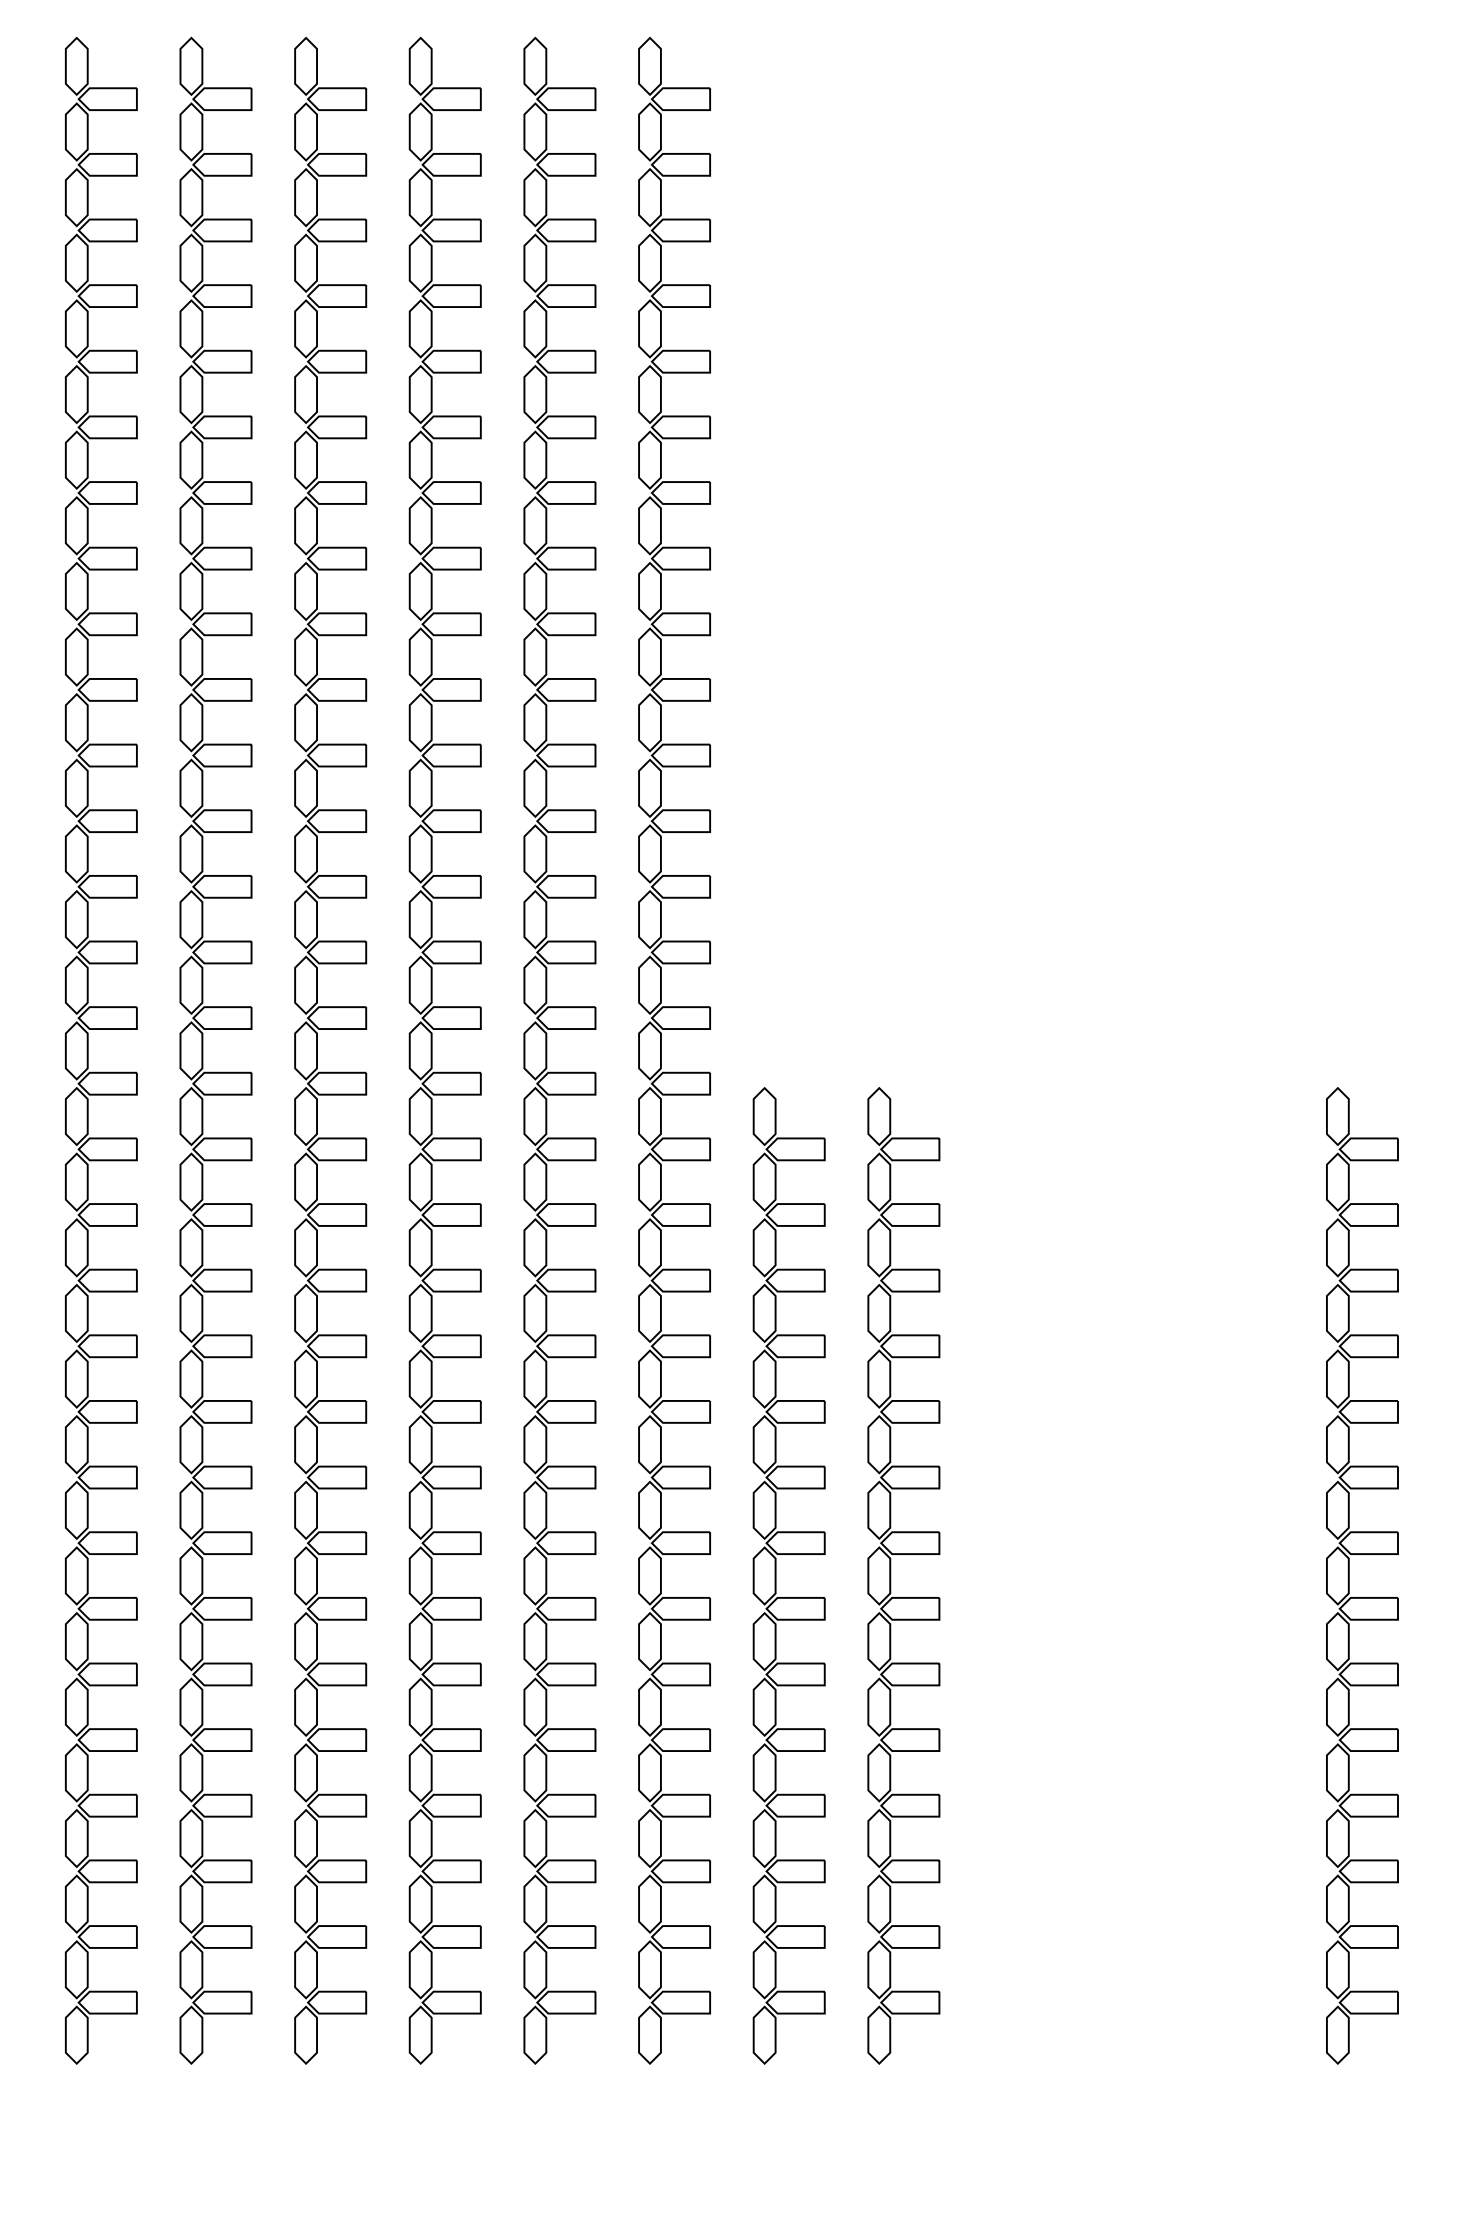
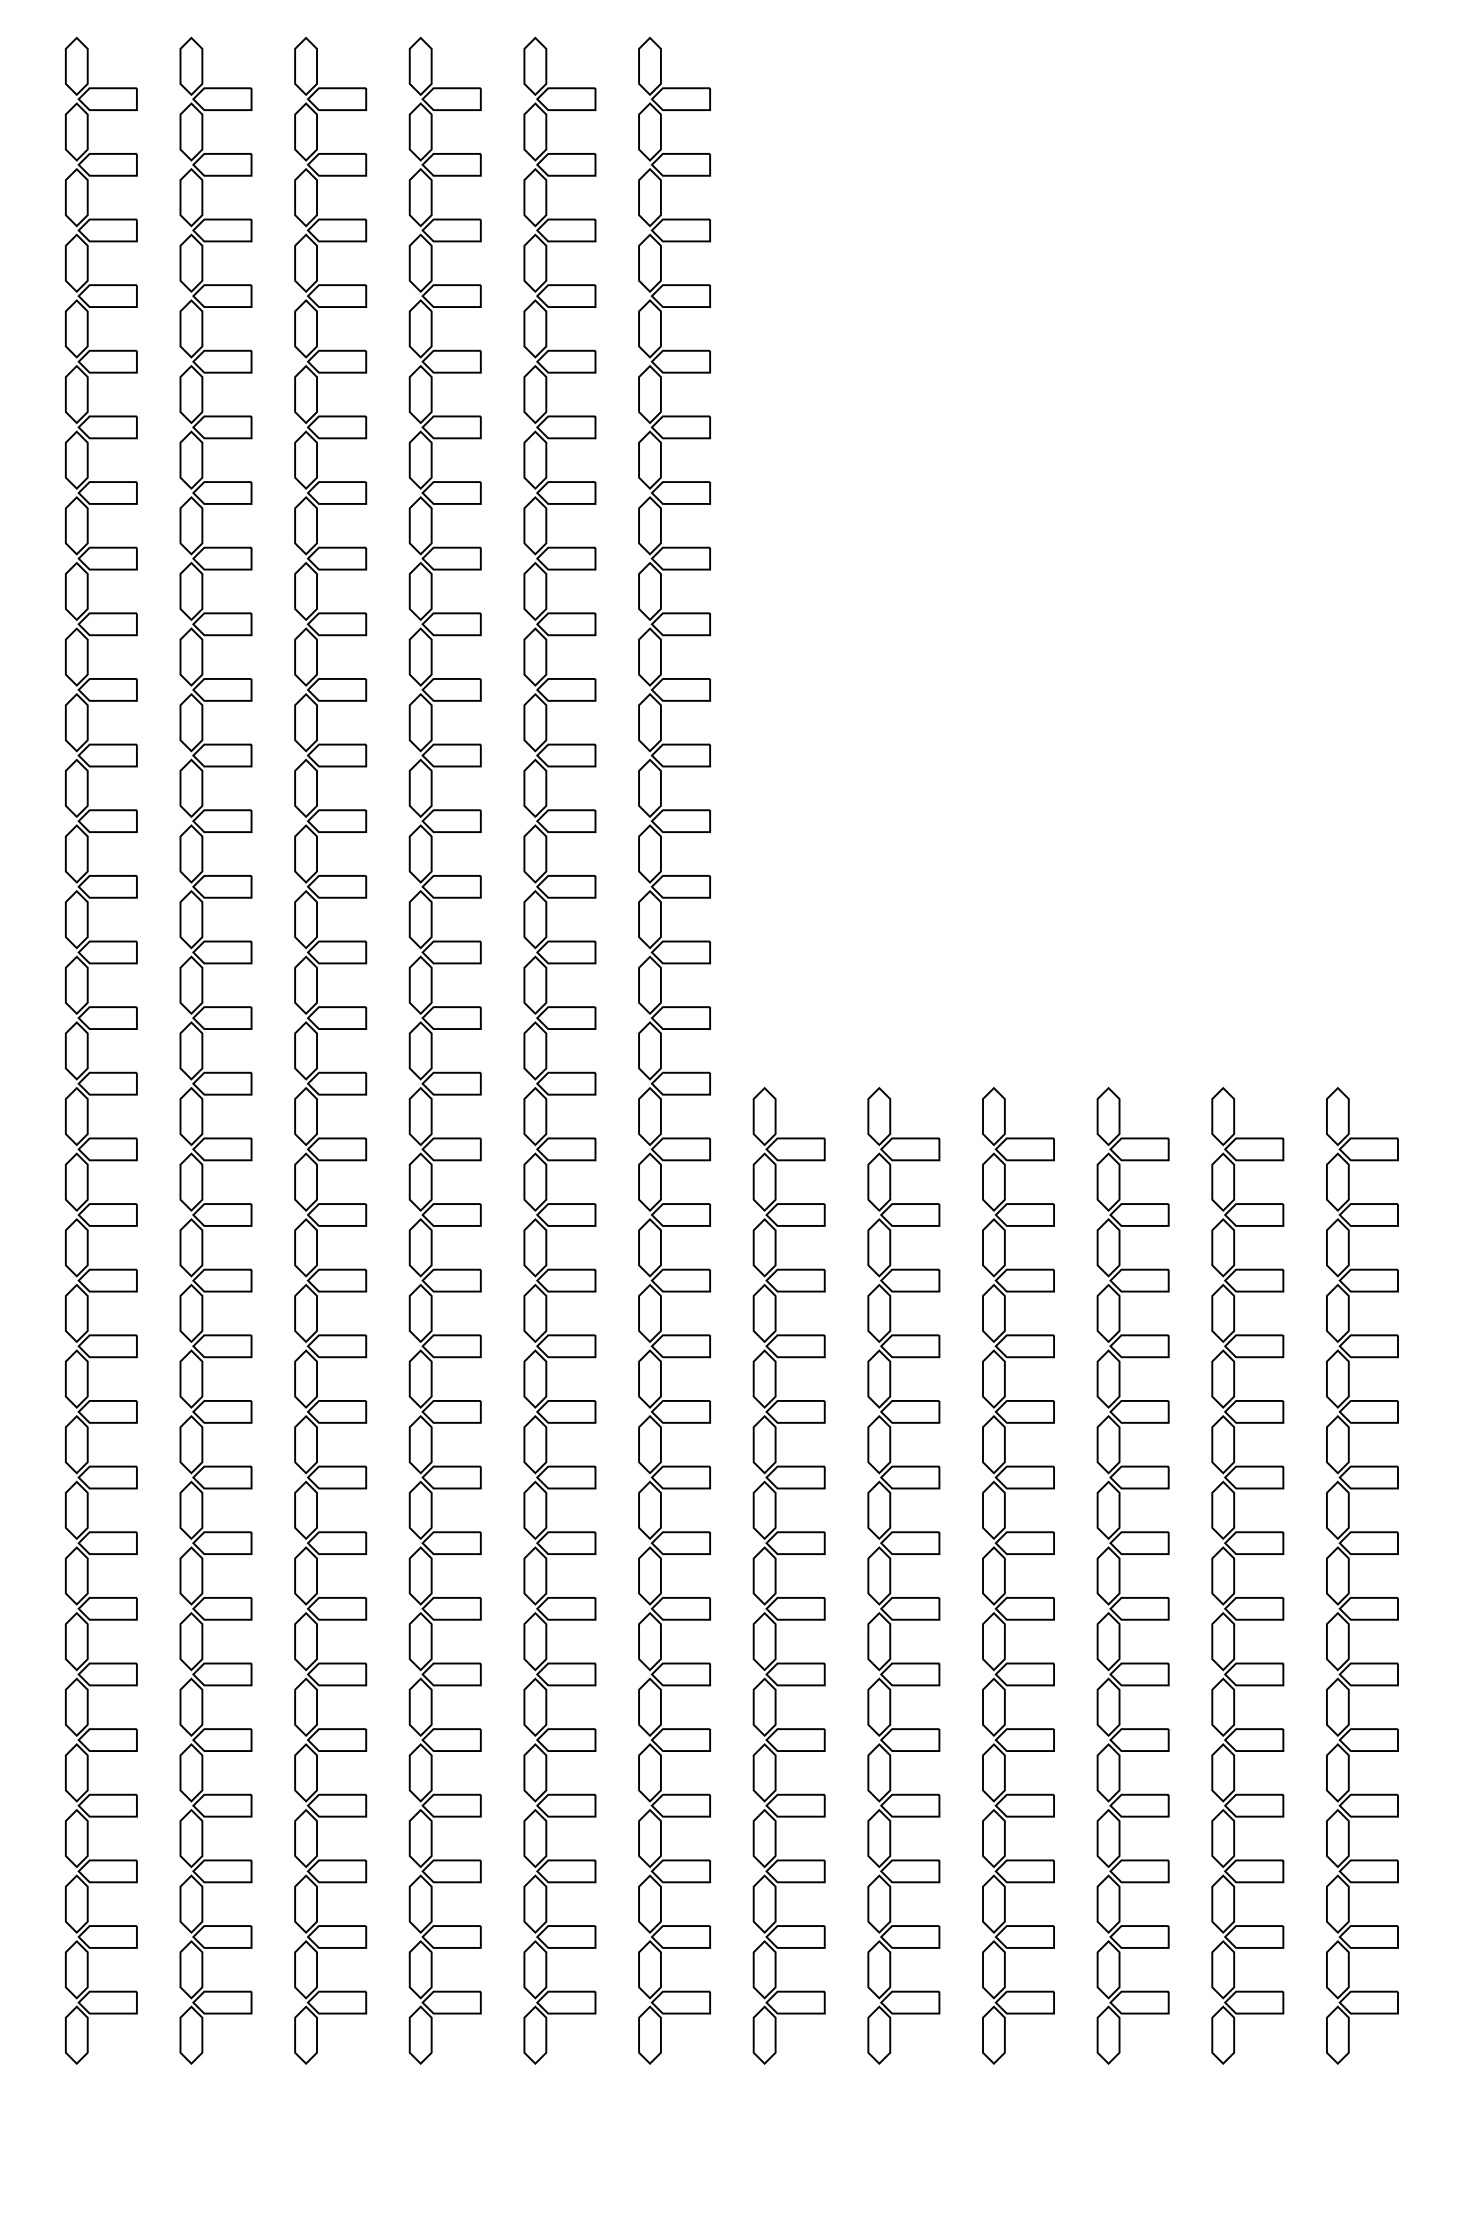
part at (1005, 1575): none -> present
part at (1120, 1575): none -> present
part at (1235, 1575): none -> present
